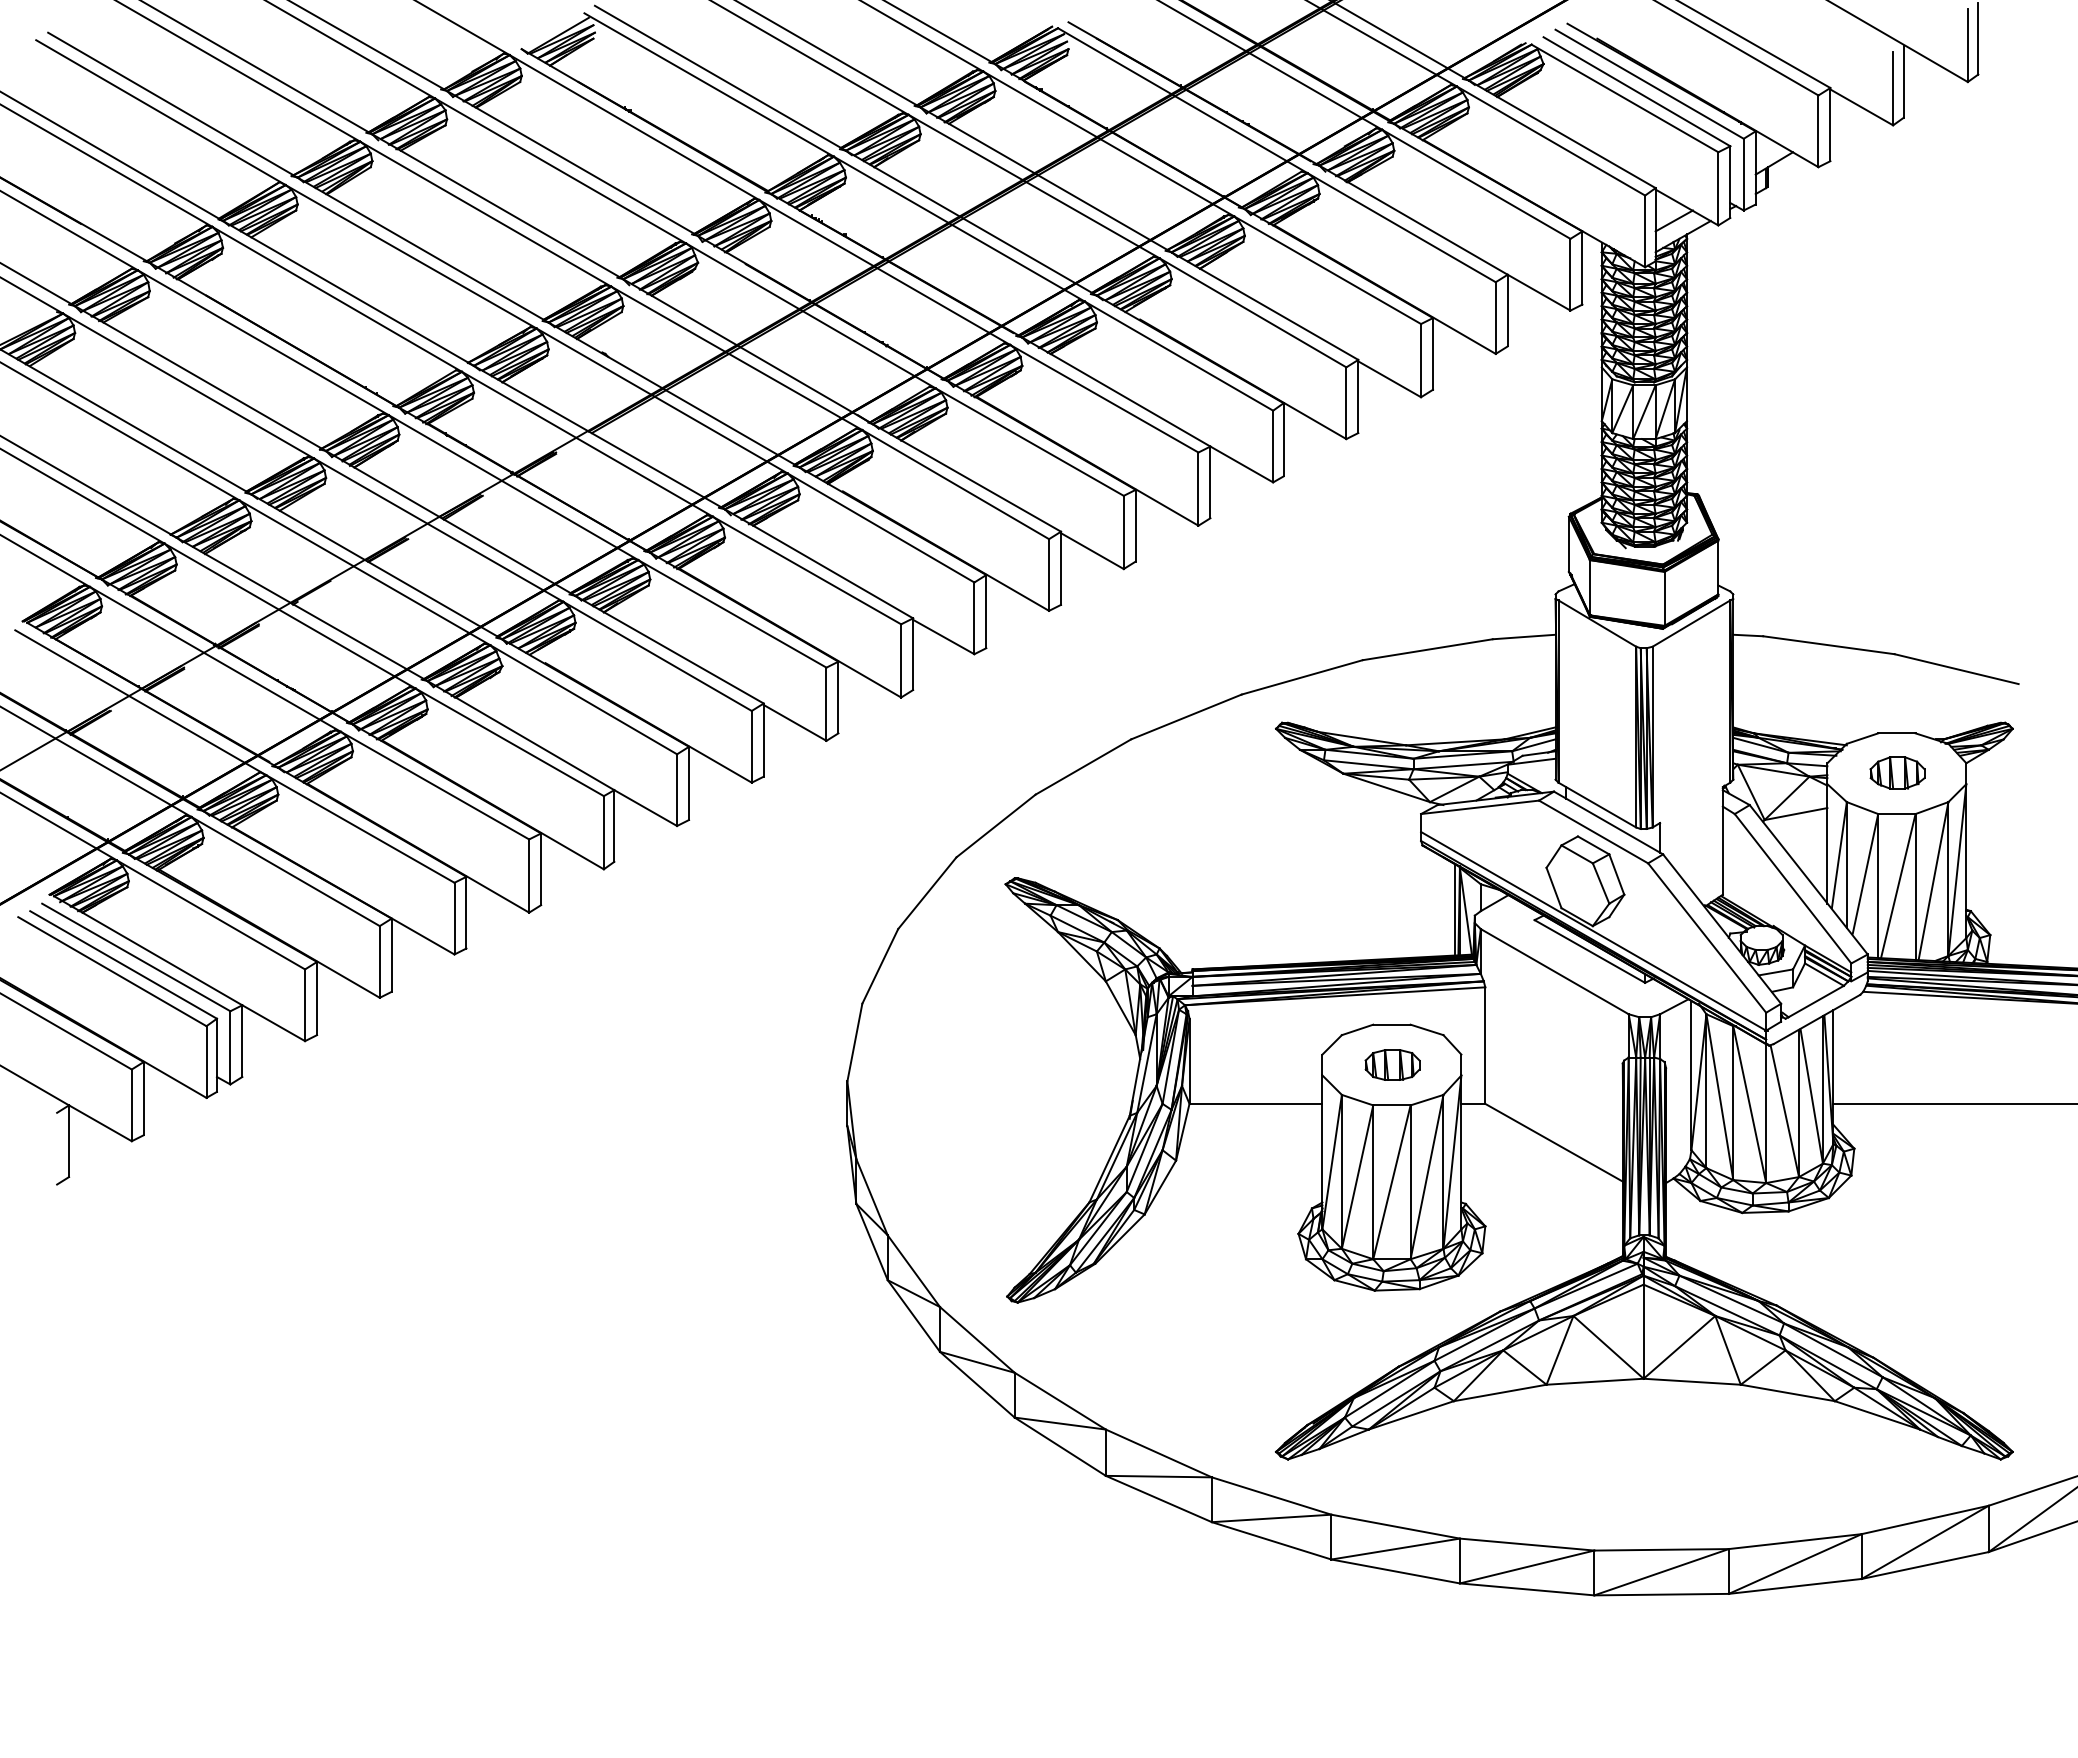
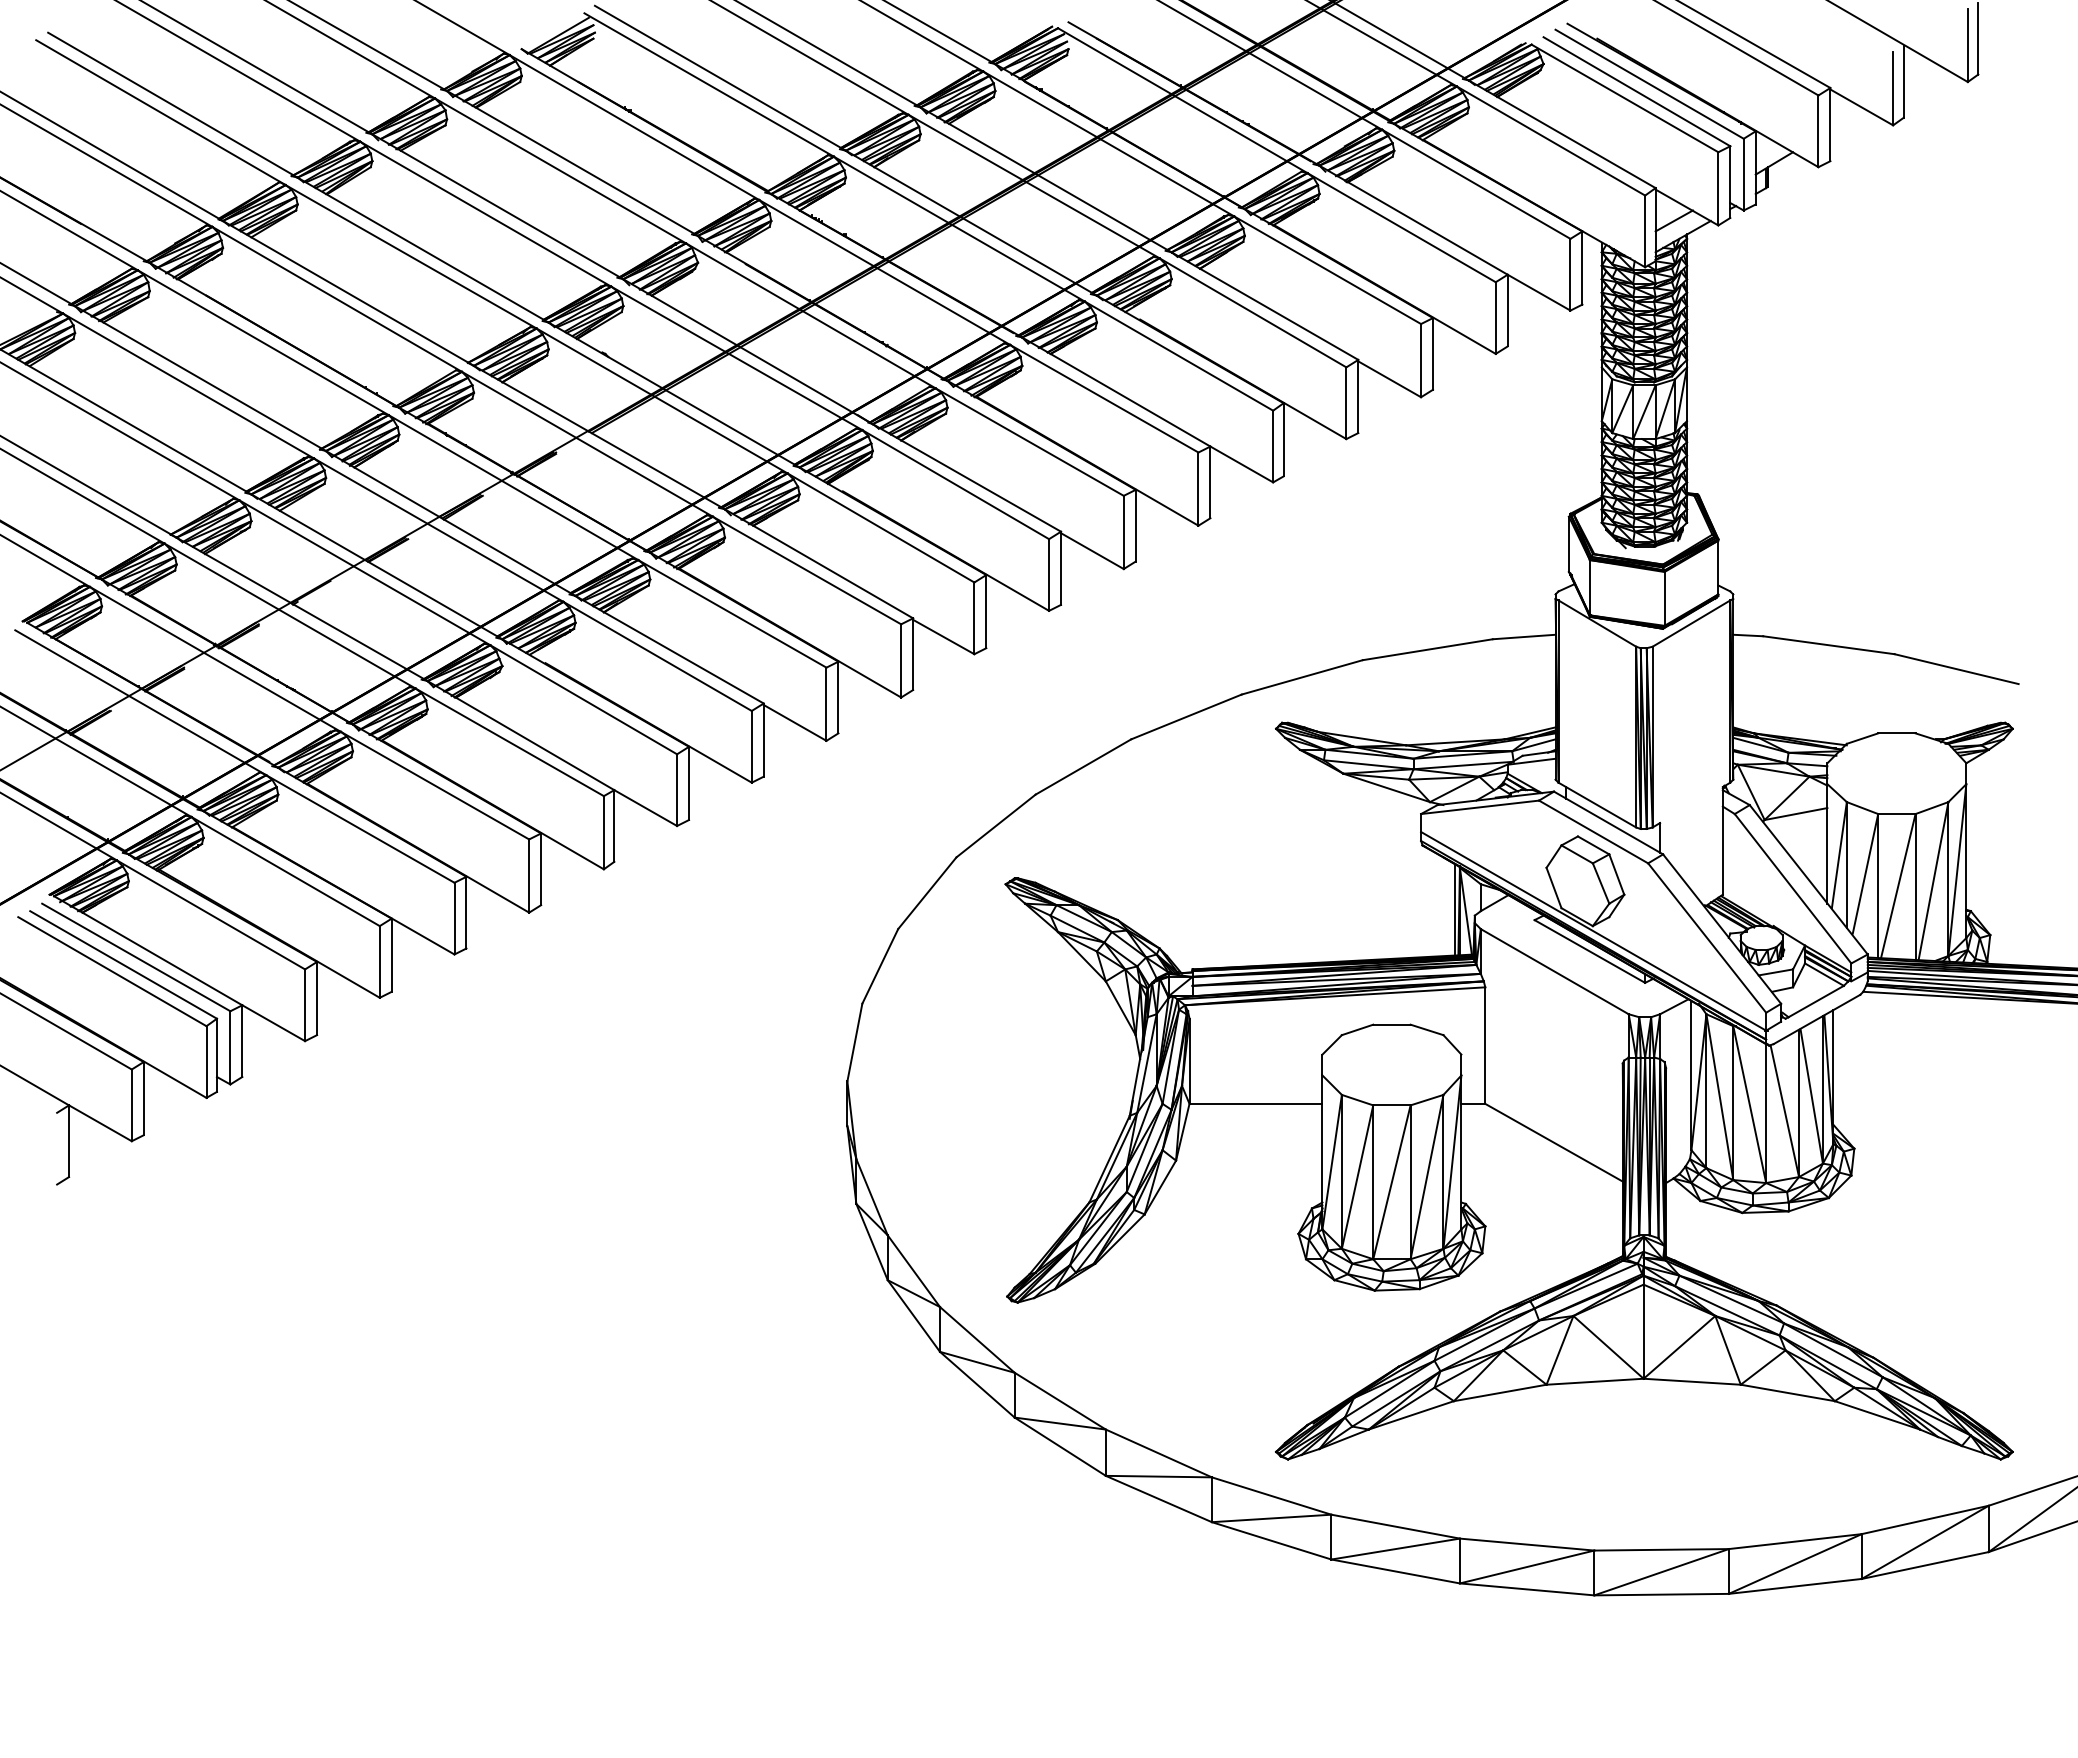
part at (1897, 772): present -> none
part at (1392, 1064): present -> none
line at (1953, 1103): present -> none
